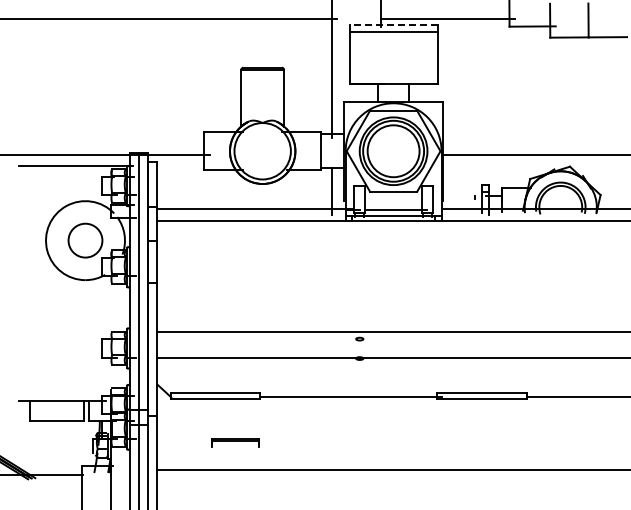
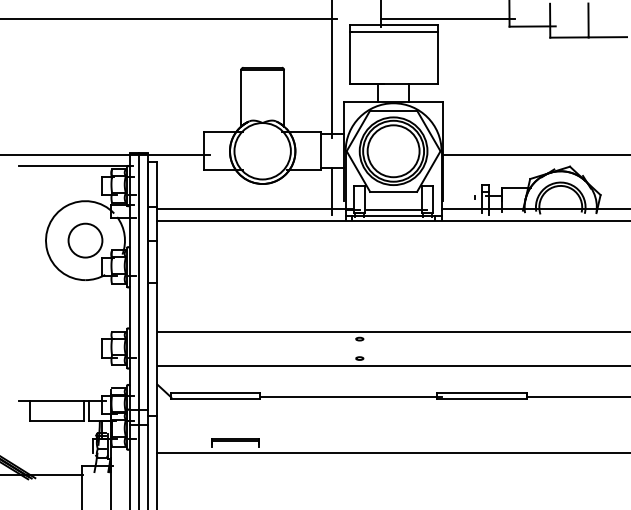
line at (393, 24): dashed -> solid
line at (392, 358) position: (392, 358) -> (392, 366)
line at (391, 470) position: (391, 470) -> (391, 453)
